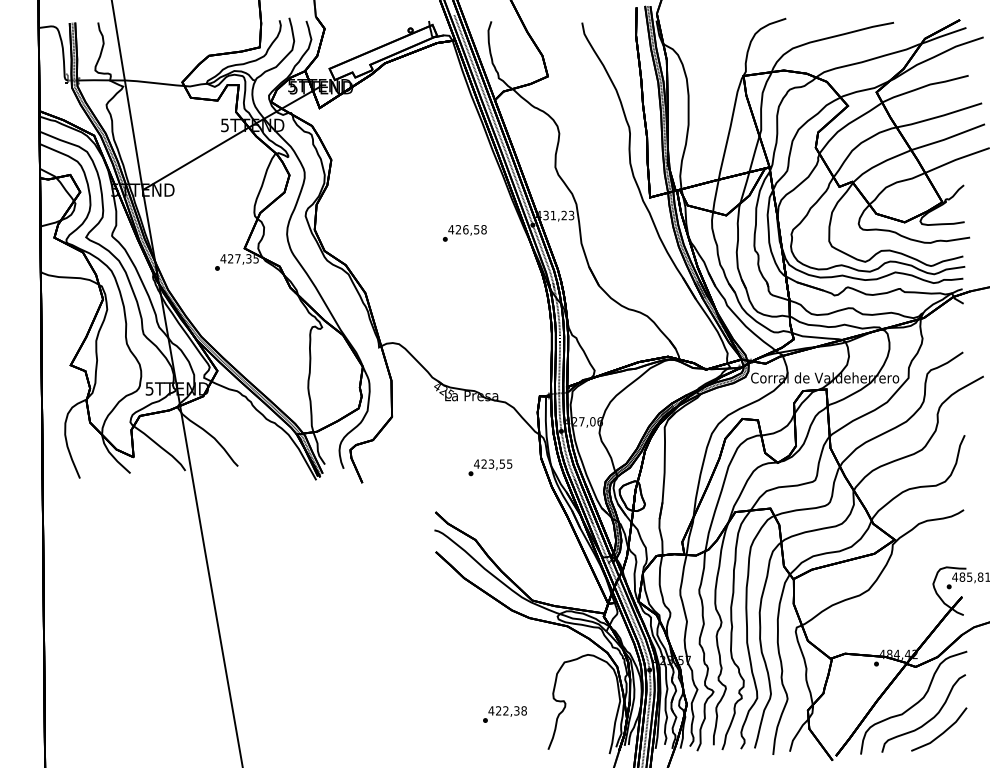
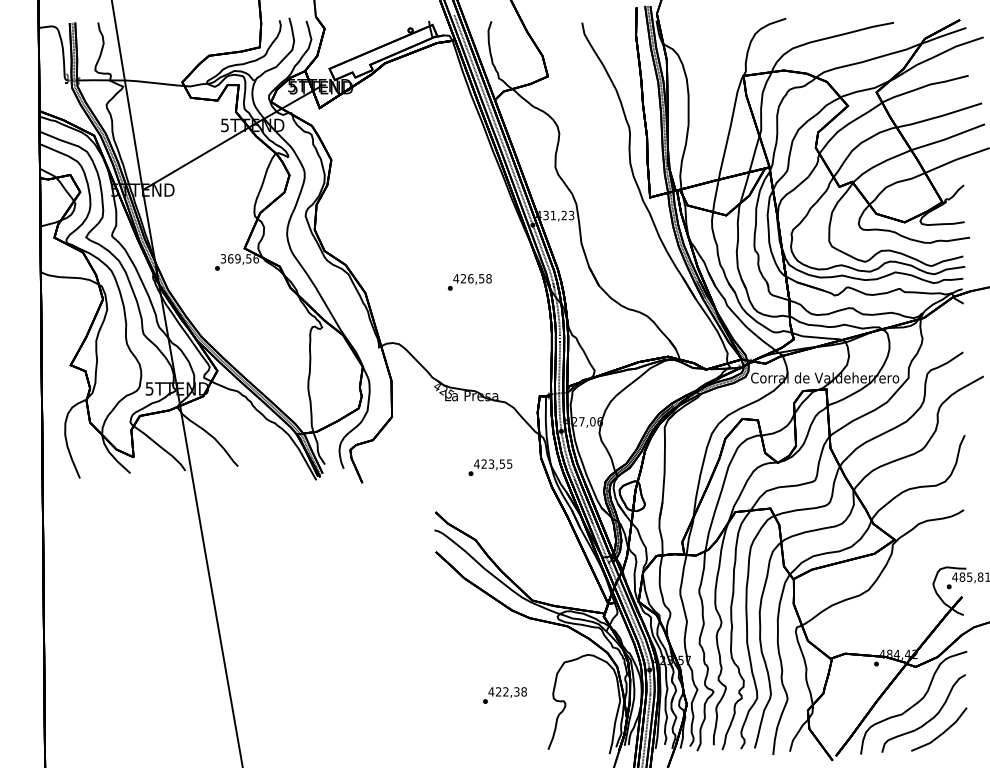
text at (464, 233) position: (464, 233) -> (469, 282)
text at (239, 258): 427,35 -> 369,56
text at (504, 714) position: (504, 714) -> (504, 695)
